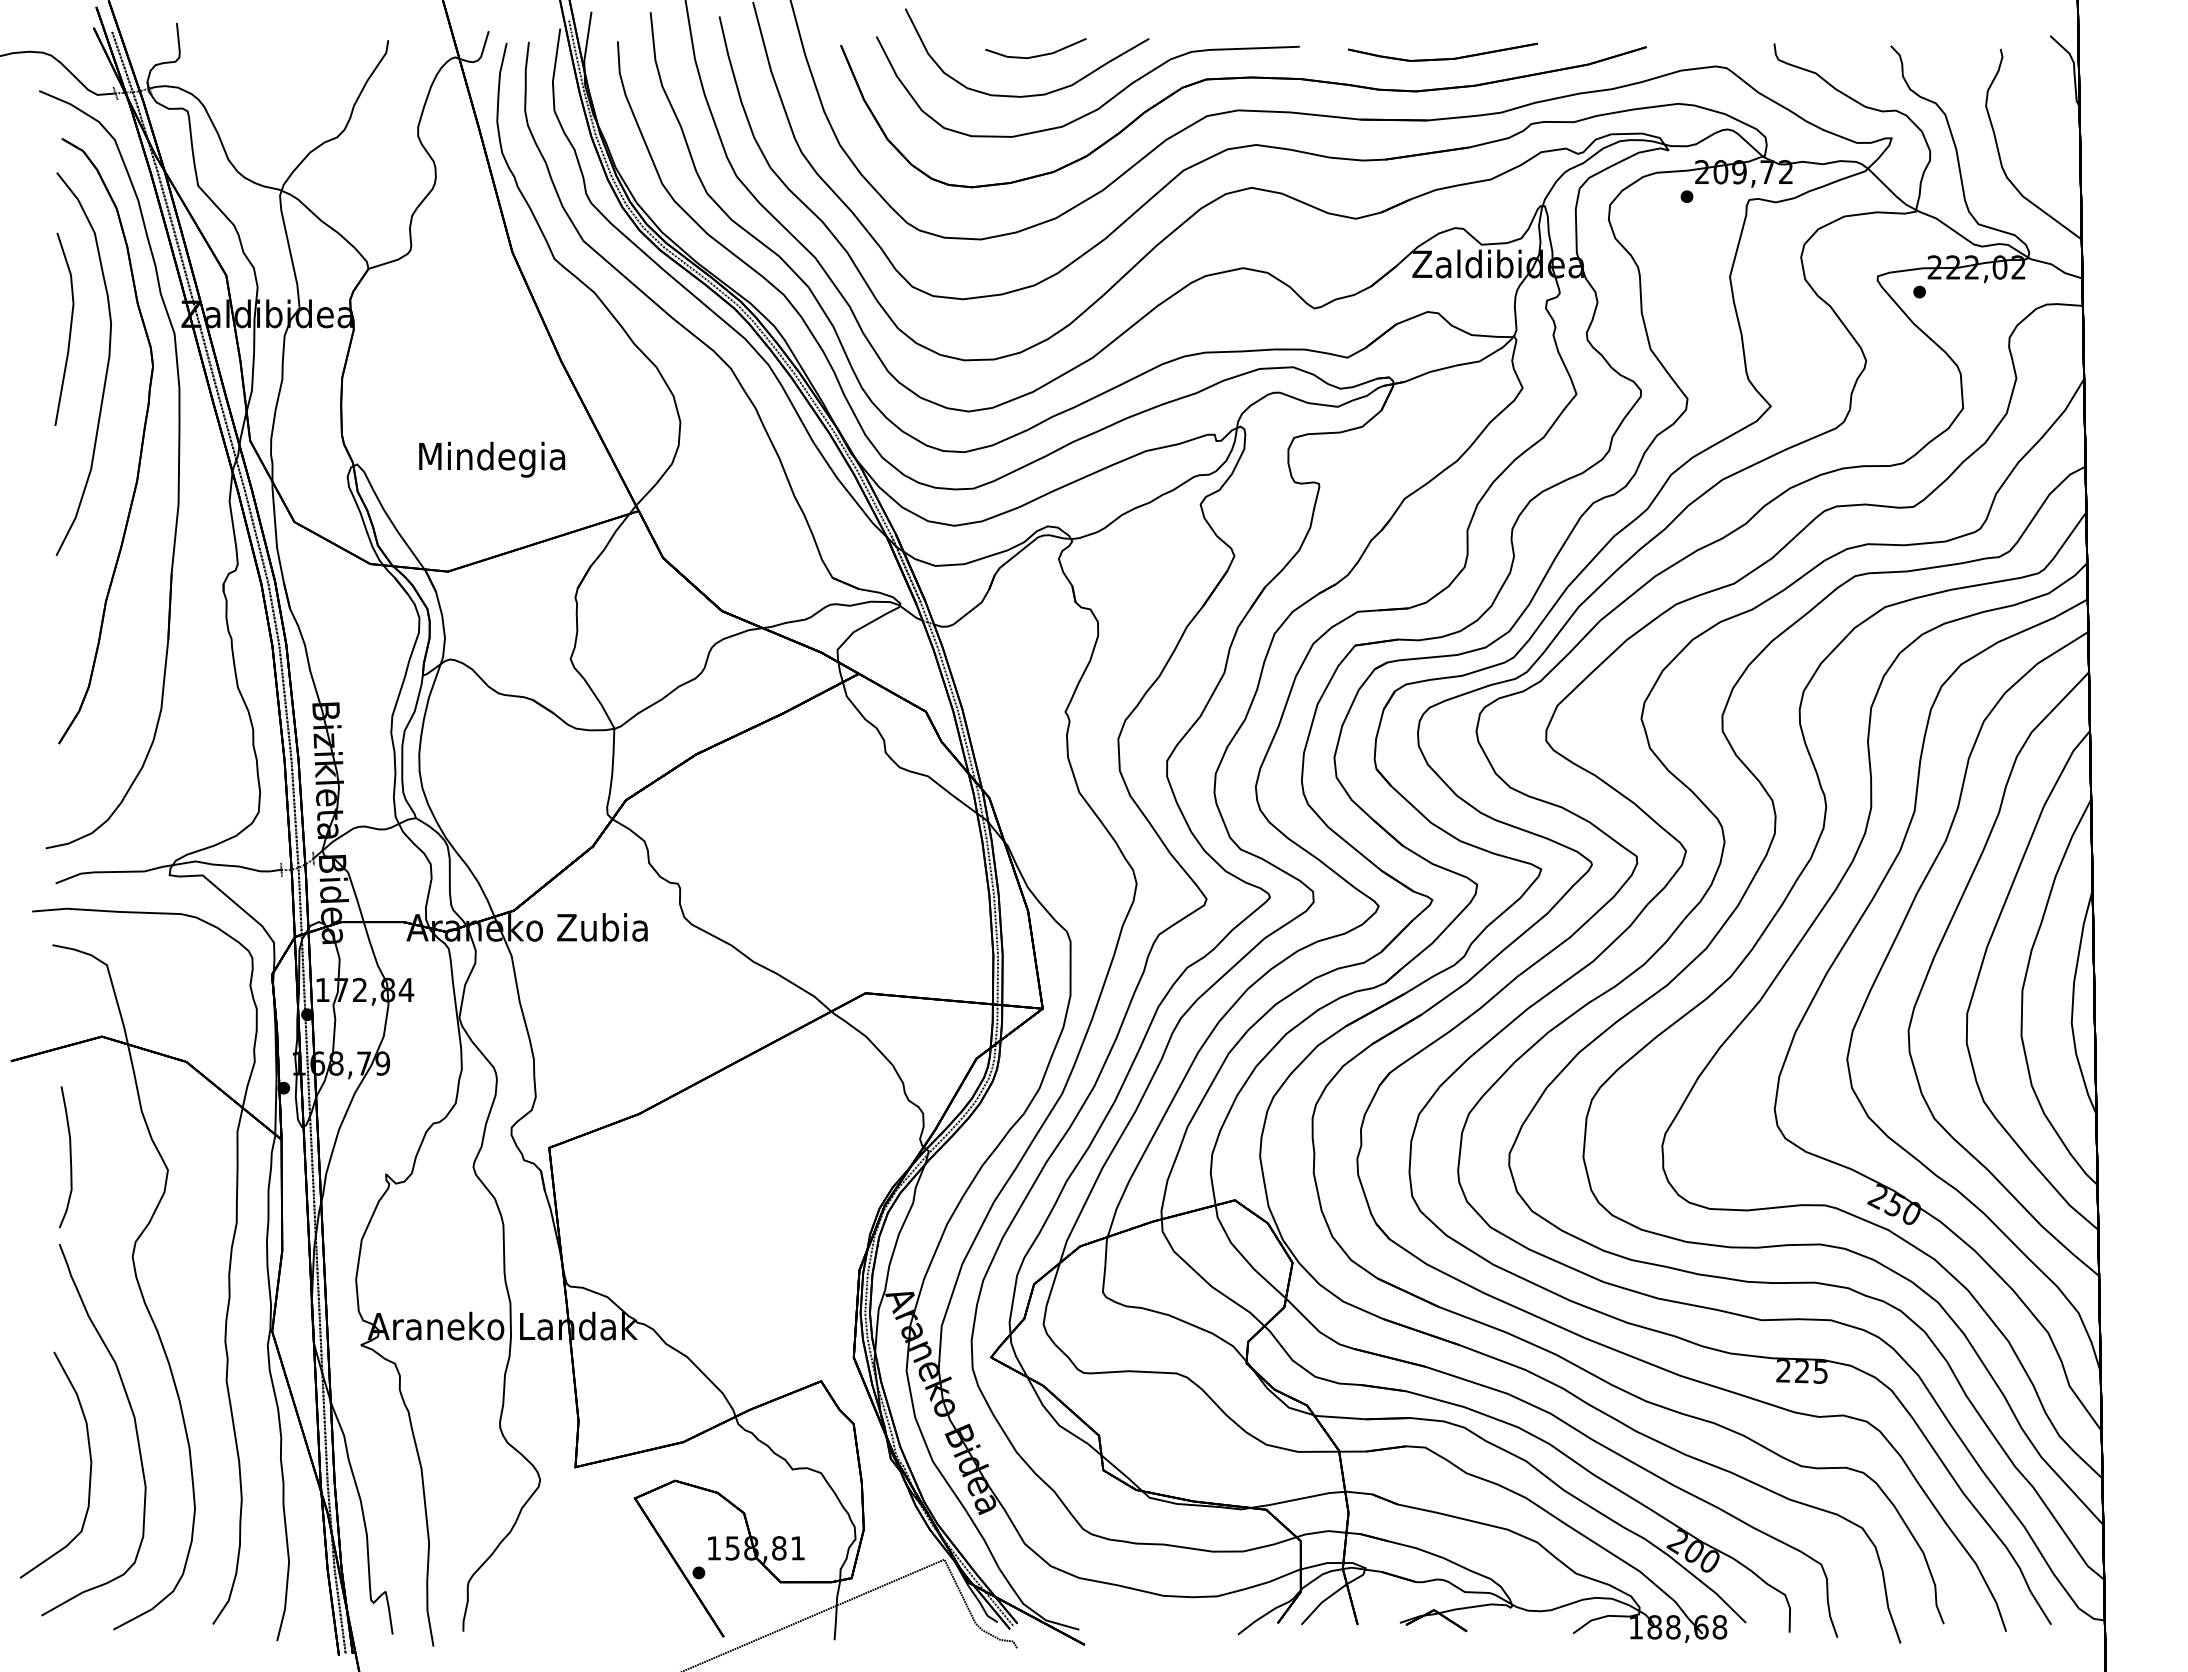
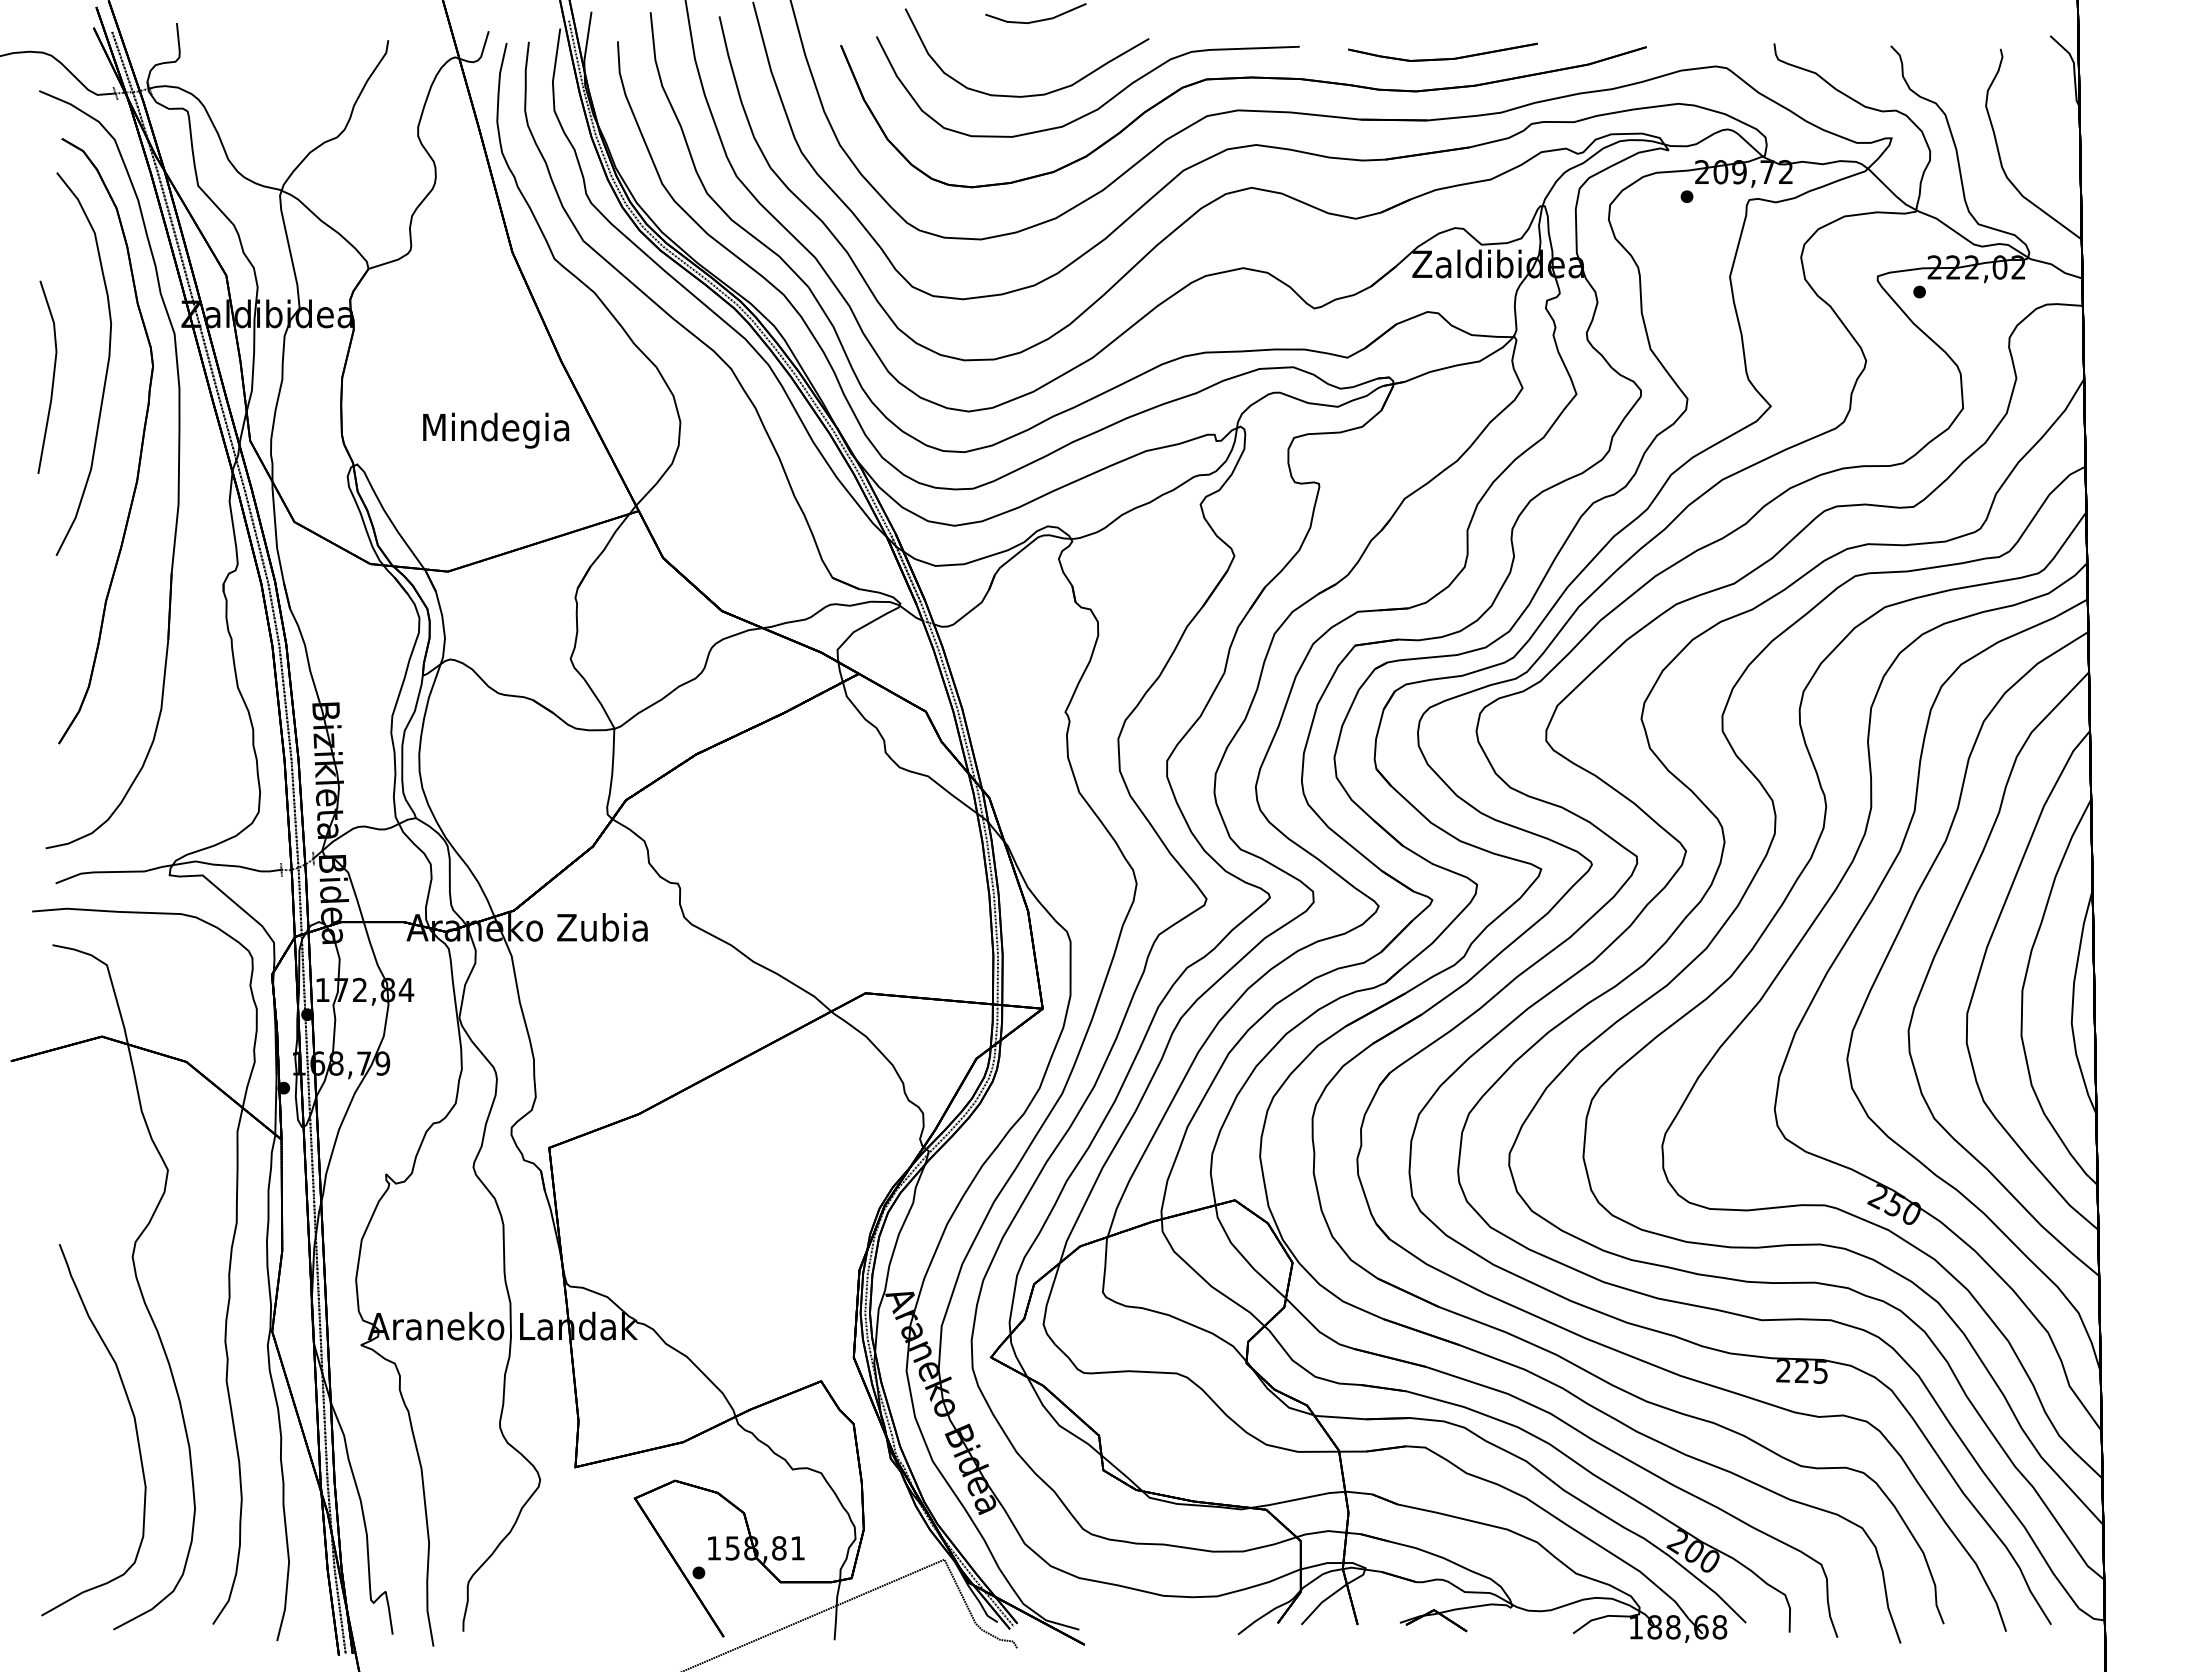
part at (1035, 55) position: (1035, 55) -> (1035, 20)
line at (69, 328) position: (69, 328) -> (52, 376)
text at (492, 459) position: (492, 459) -> (496, 430)
curve at (69, 1156): present -> none
curve at (89, 1457): present -> none
